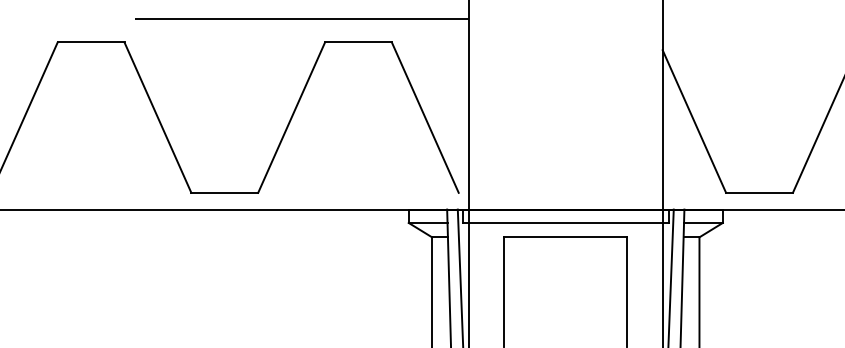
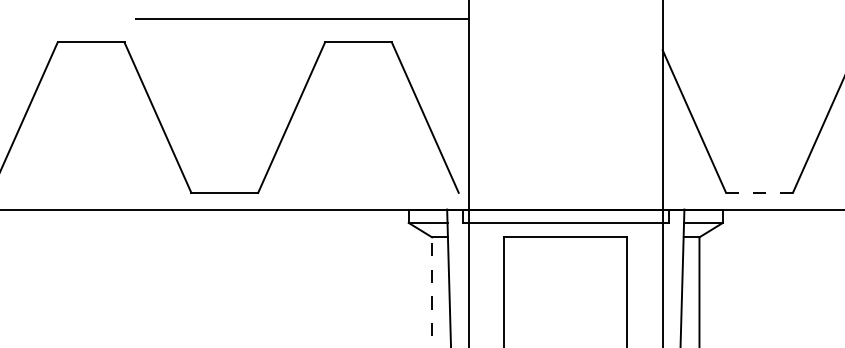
line at (760, 192): solid -> dashed
line at (460, 276): present -> none
line at (670, 276): present -> none
line at (432, 292): solid -> dashed
